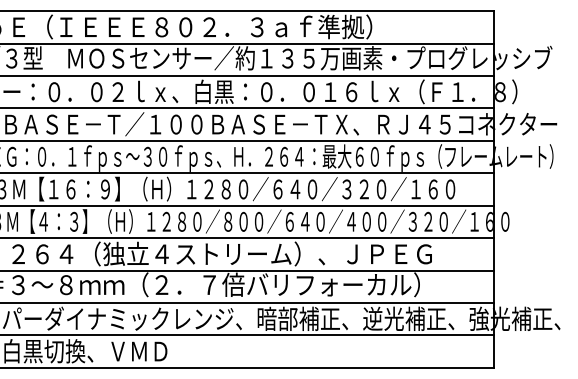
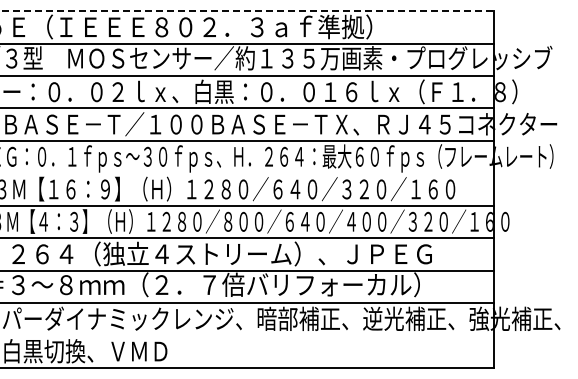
line at (247, 11): solid -> dashed
line at (247, 173): present -> none
line at (247, 335): present -> none
